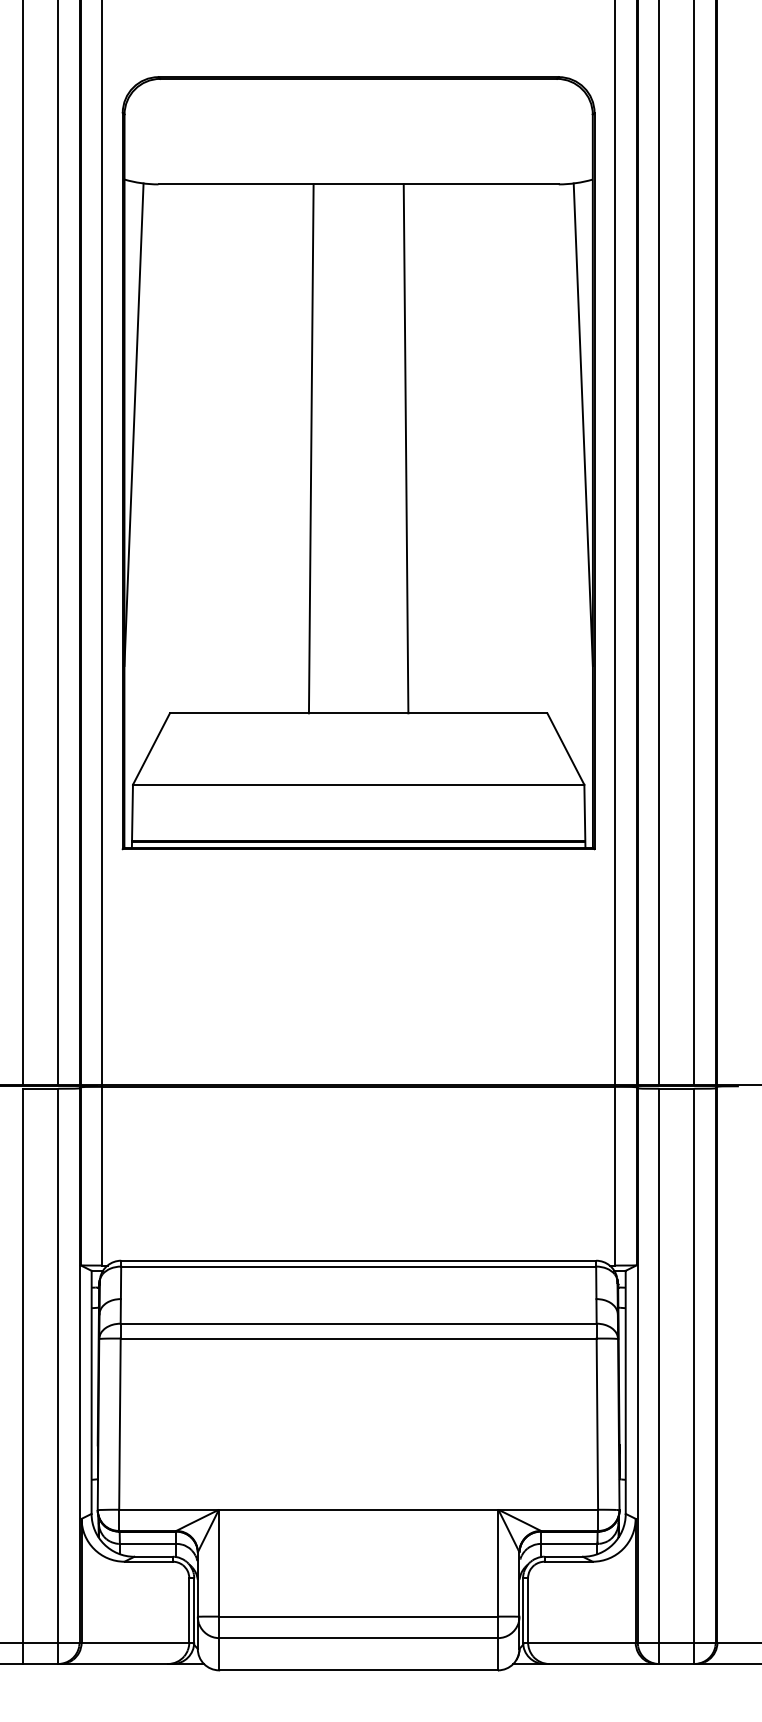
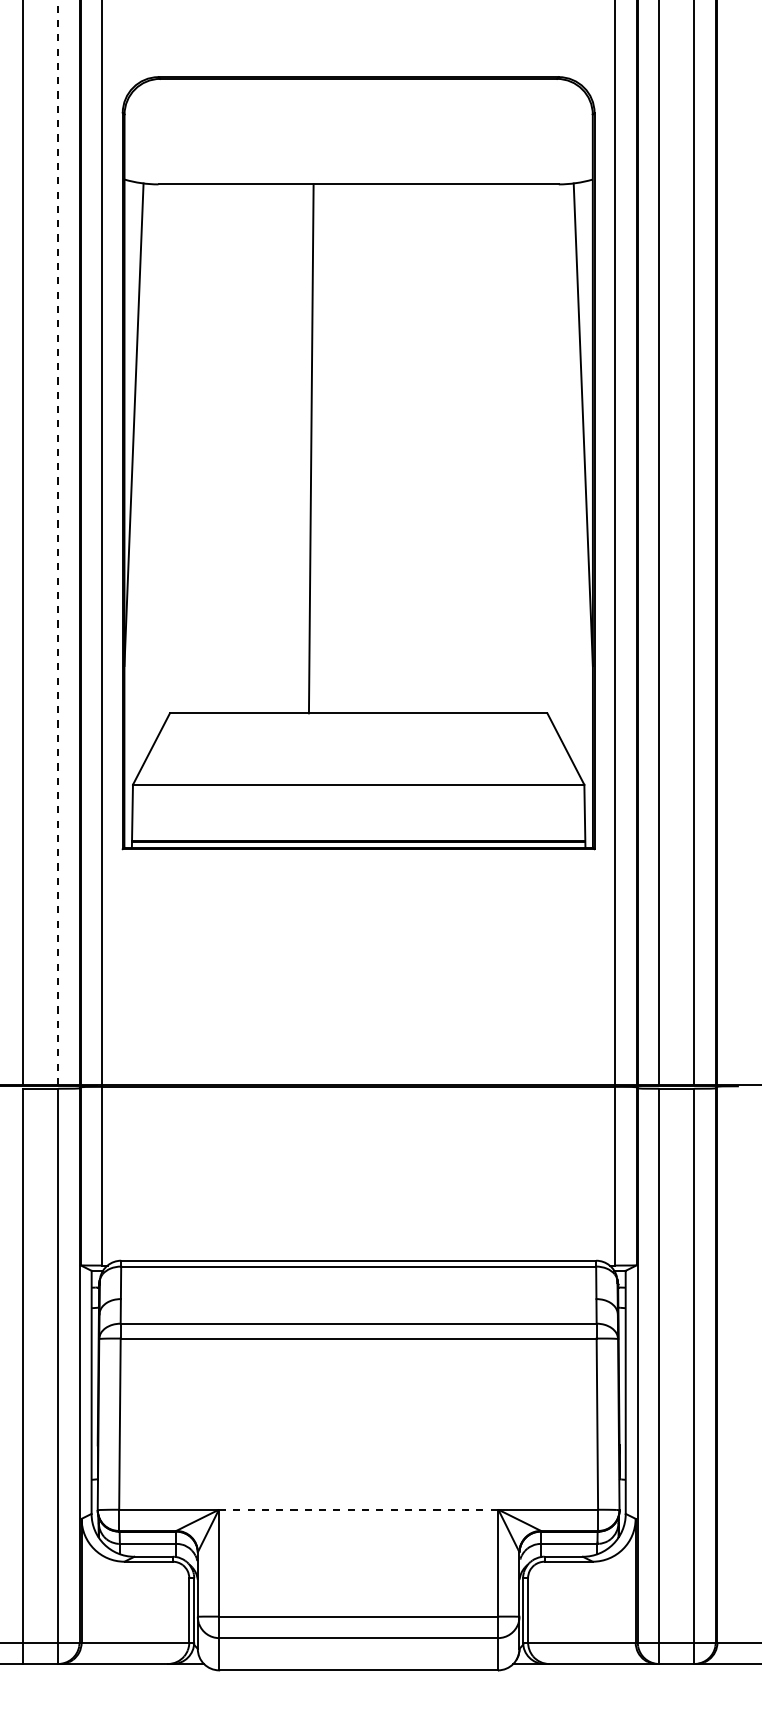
line at (405, 448): present -> none
line at (58, 542): solid -> dashed
line at (358, 1509): solid -> dashed
